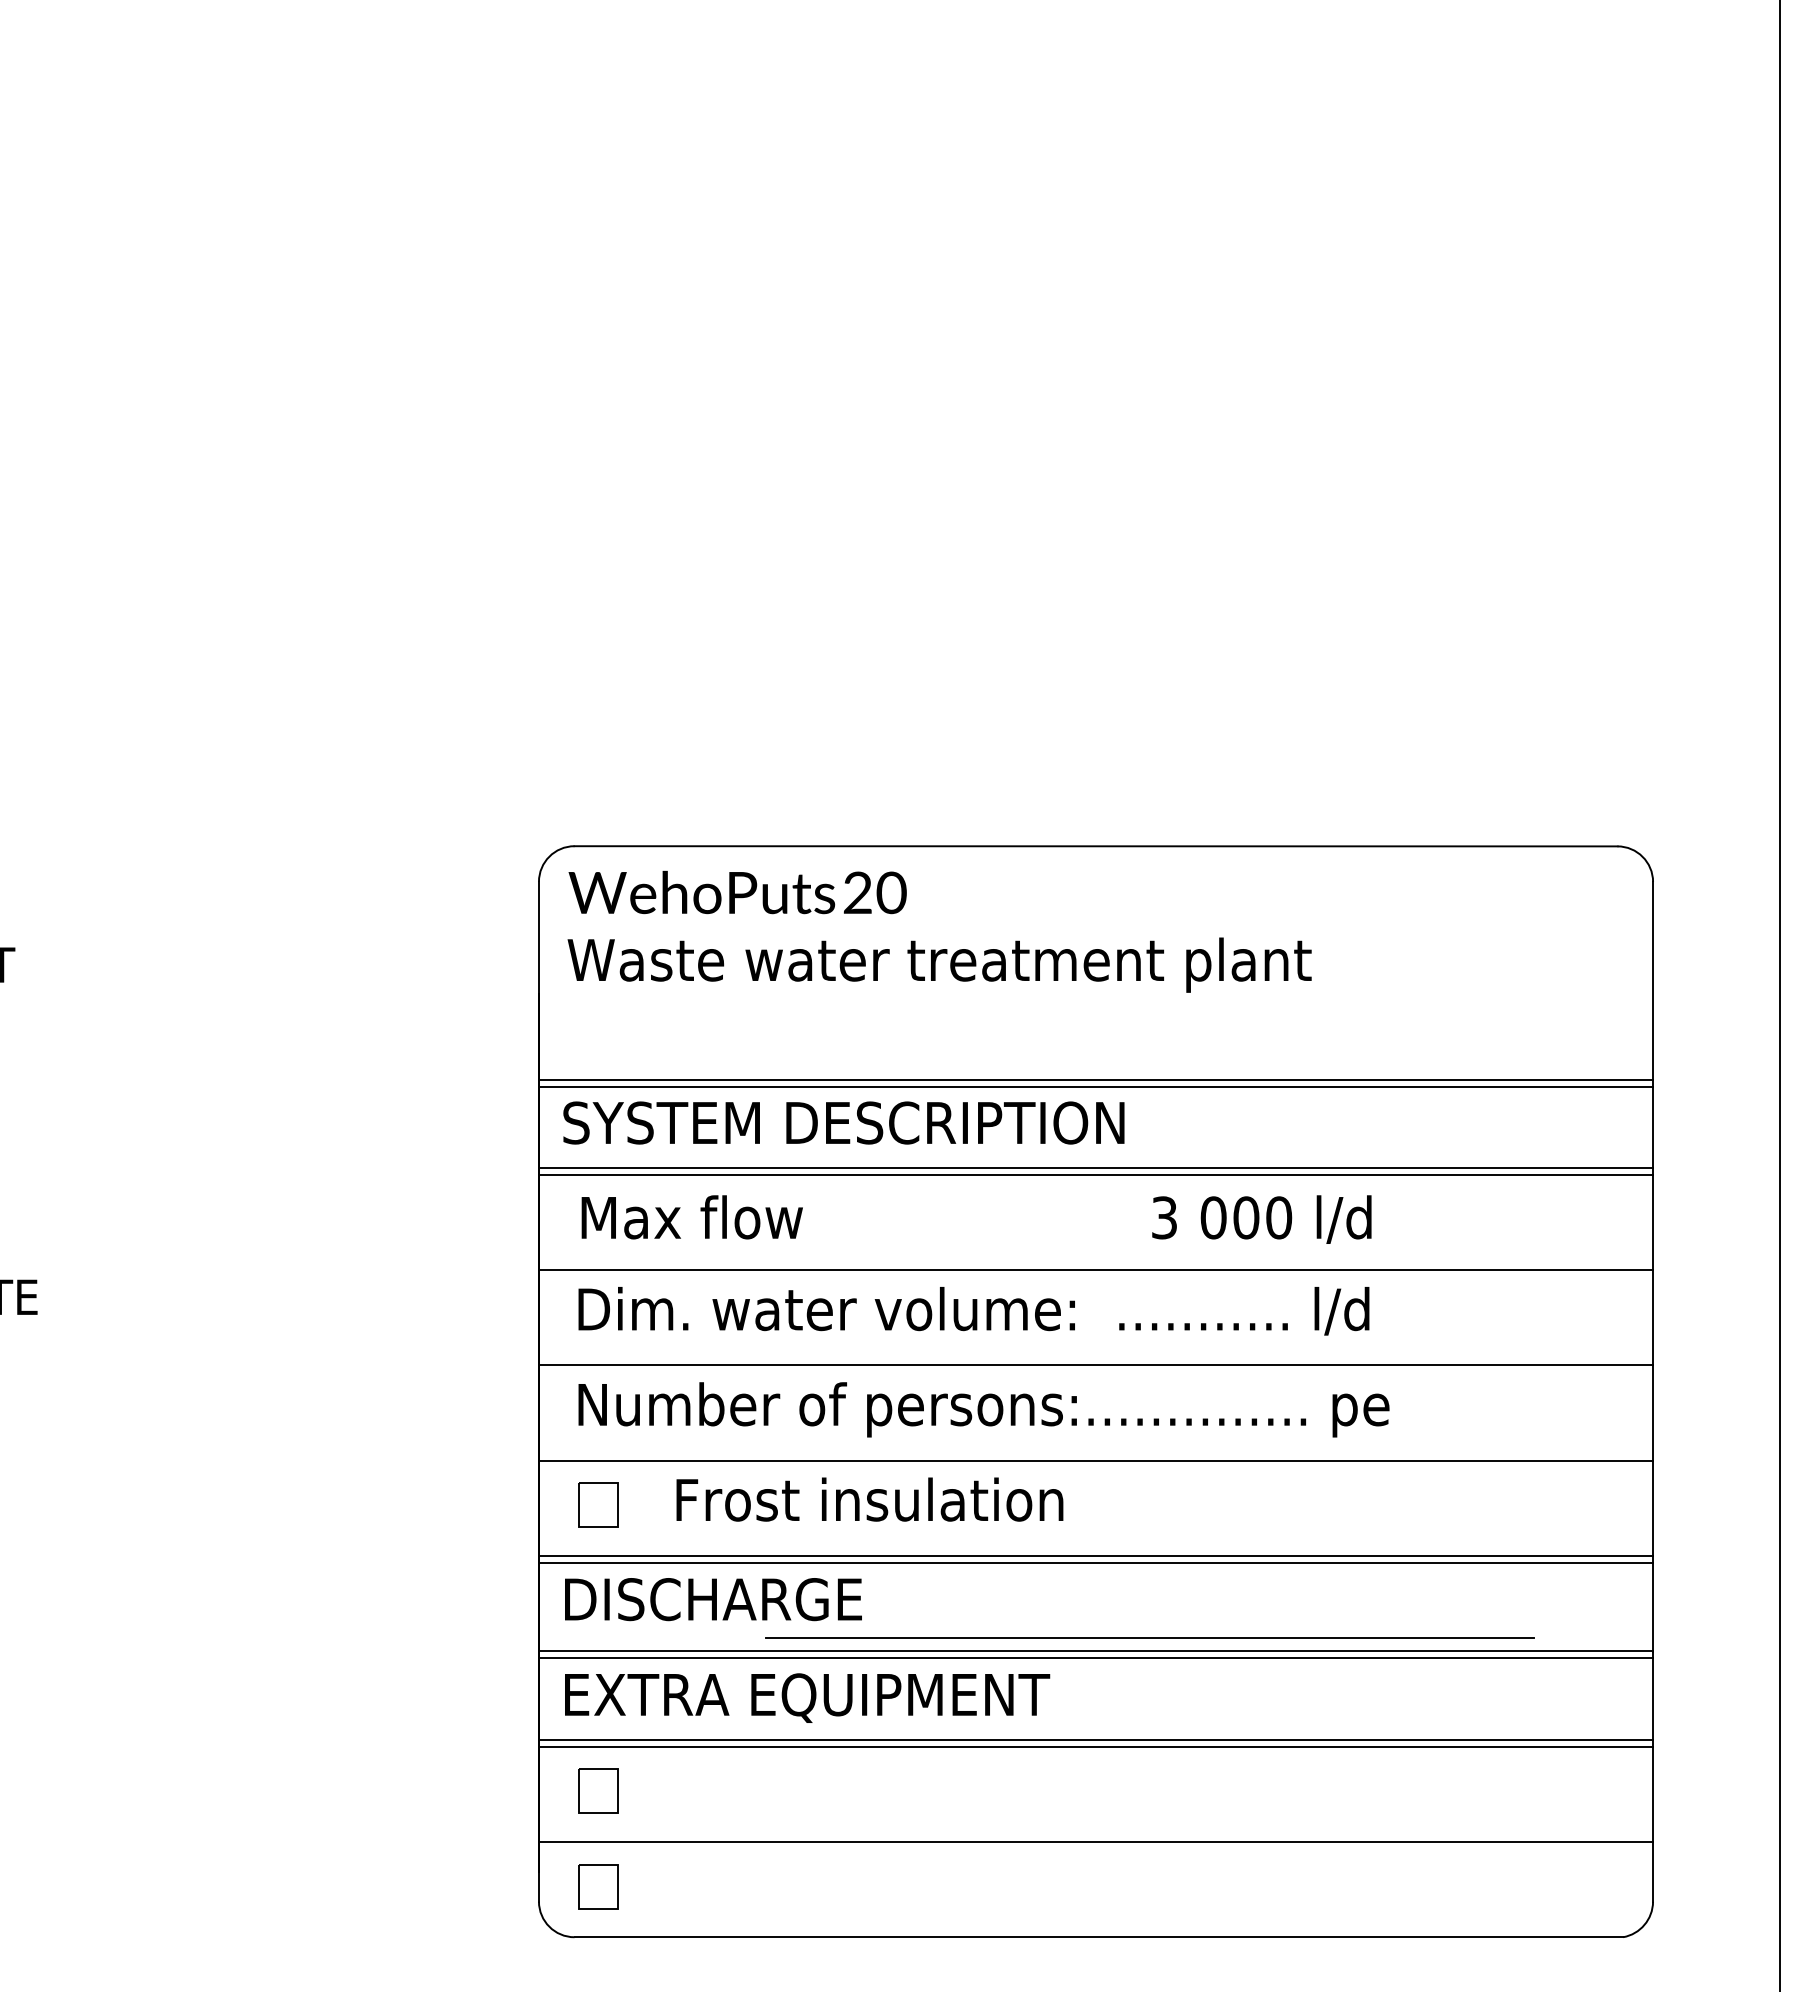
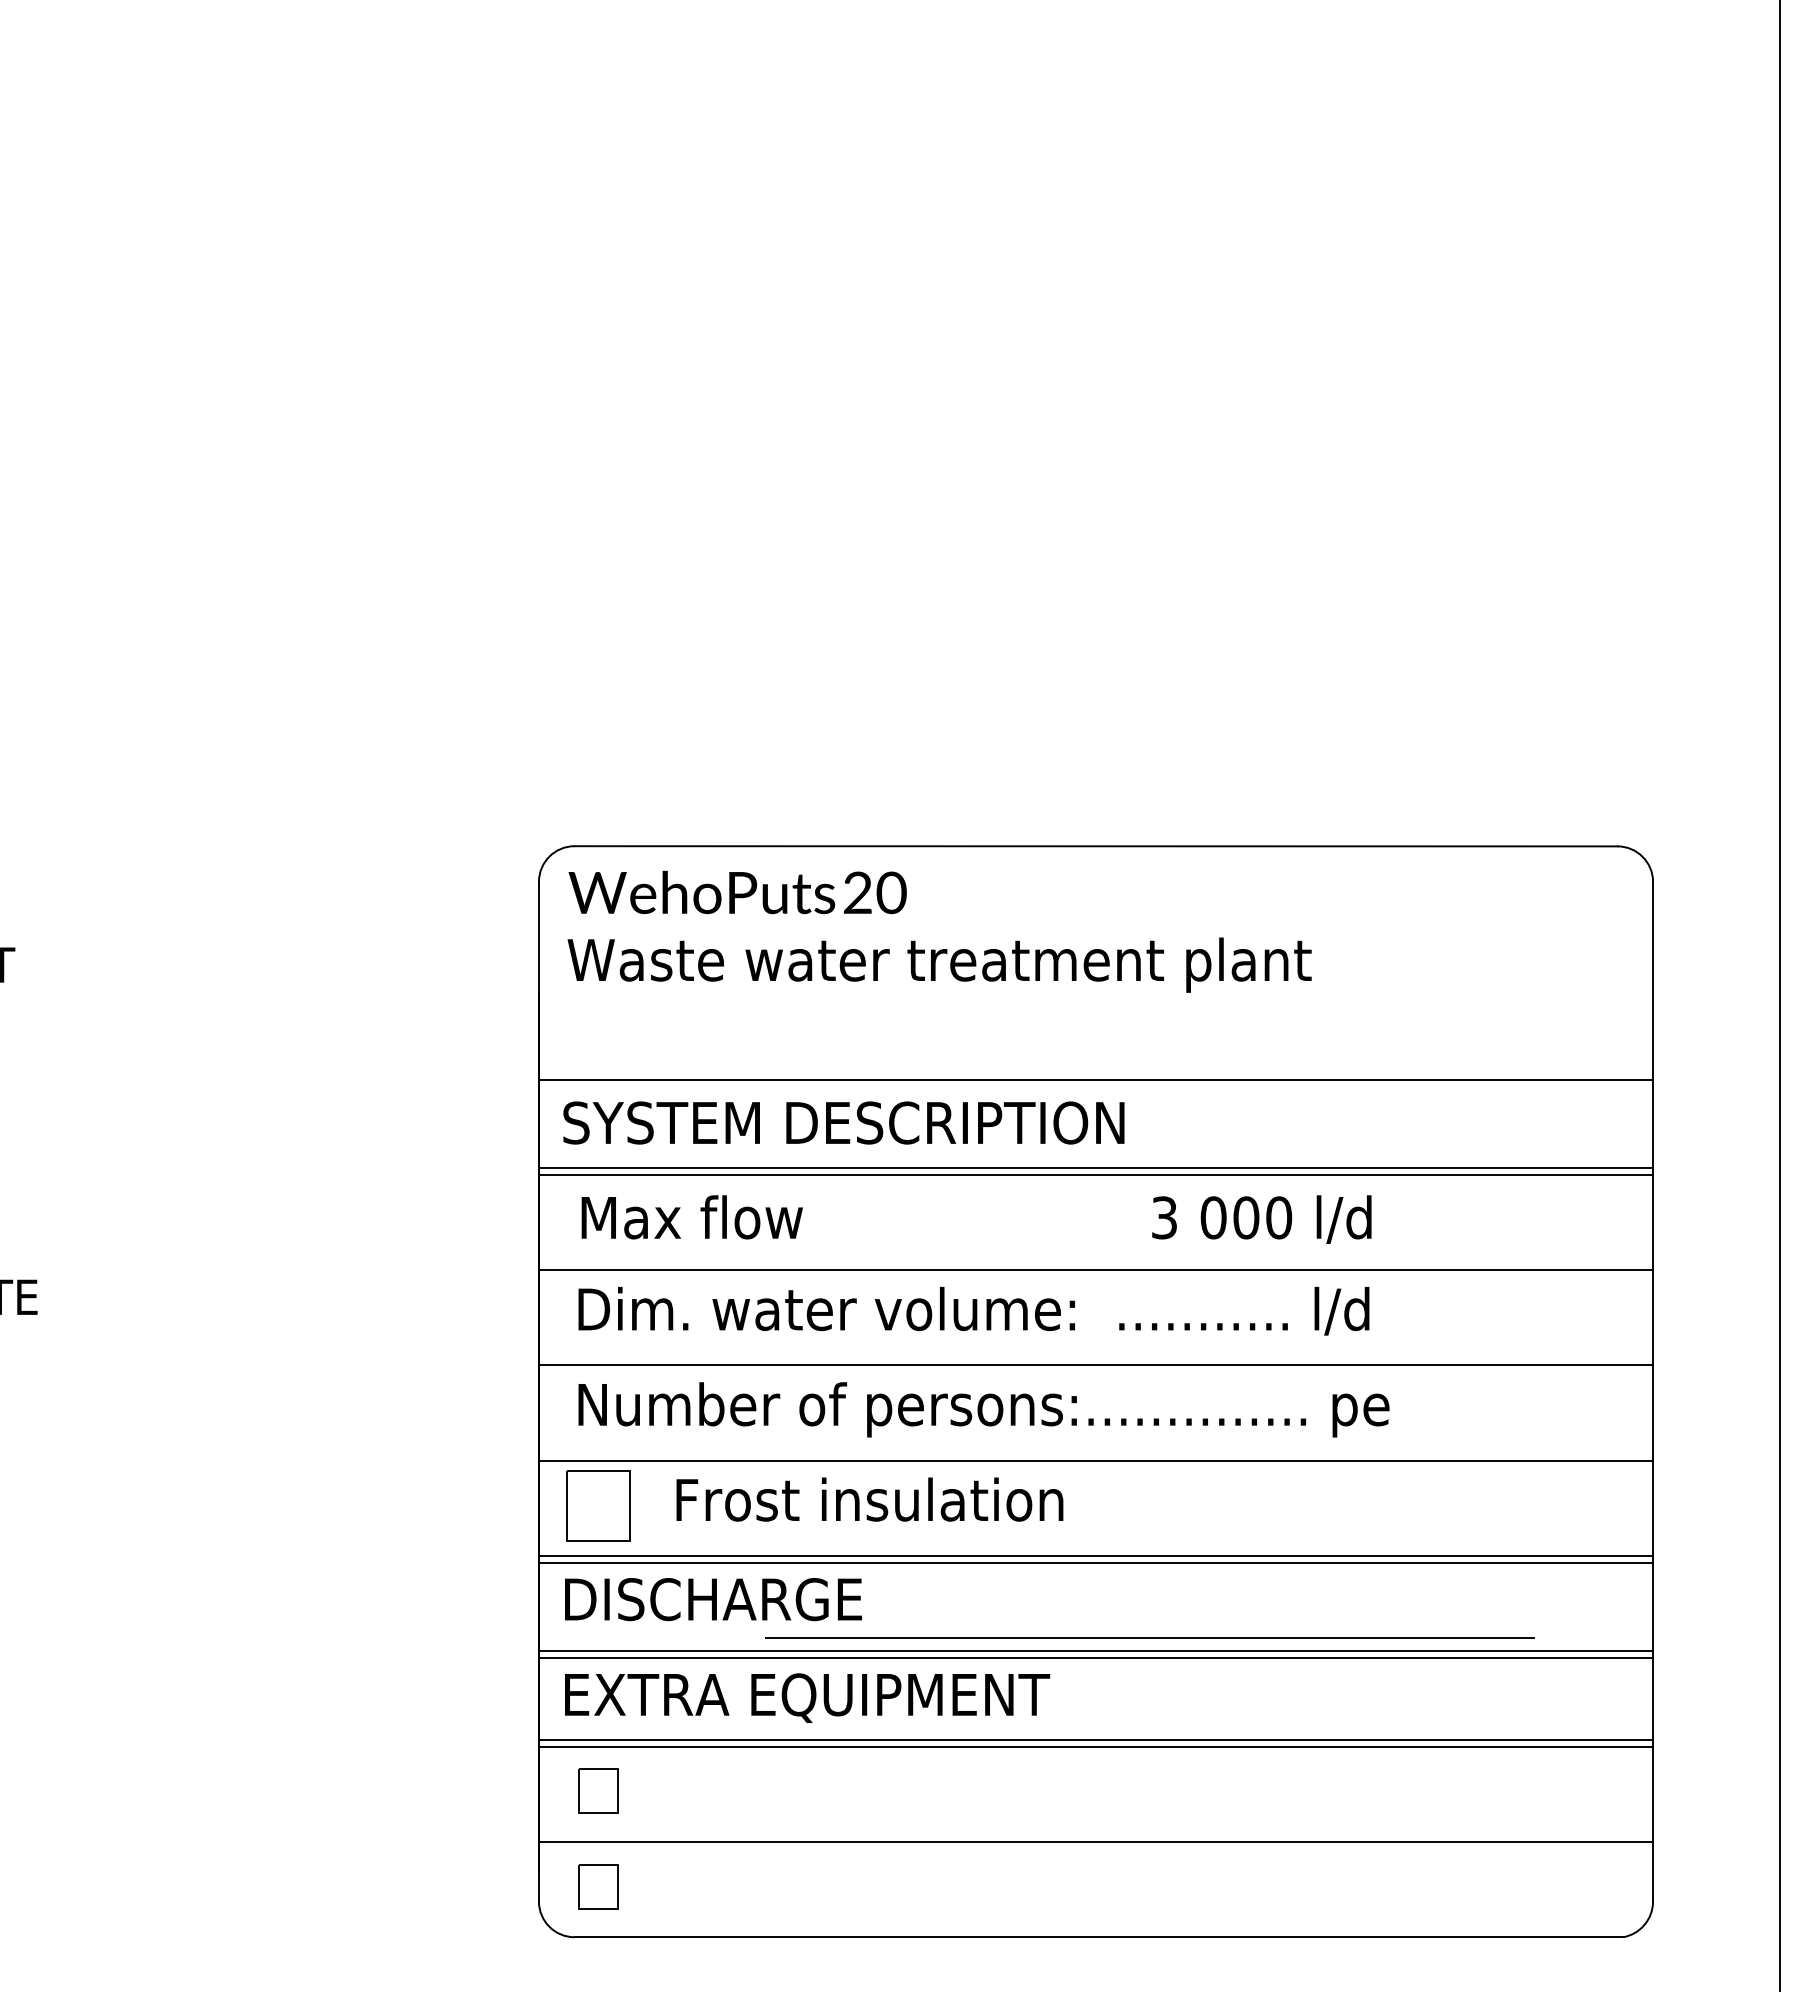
line at (1096, 1086): present -> none
part at (598, 1504) size: 41x46 px -> 65x72 px
